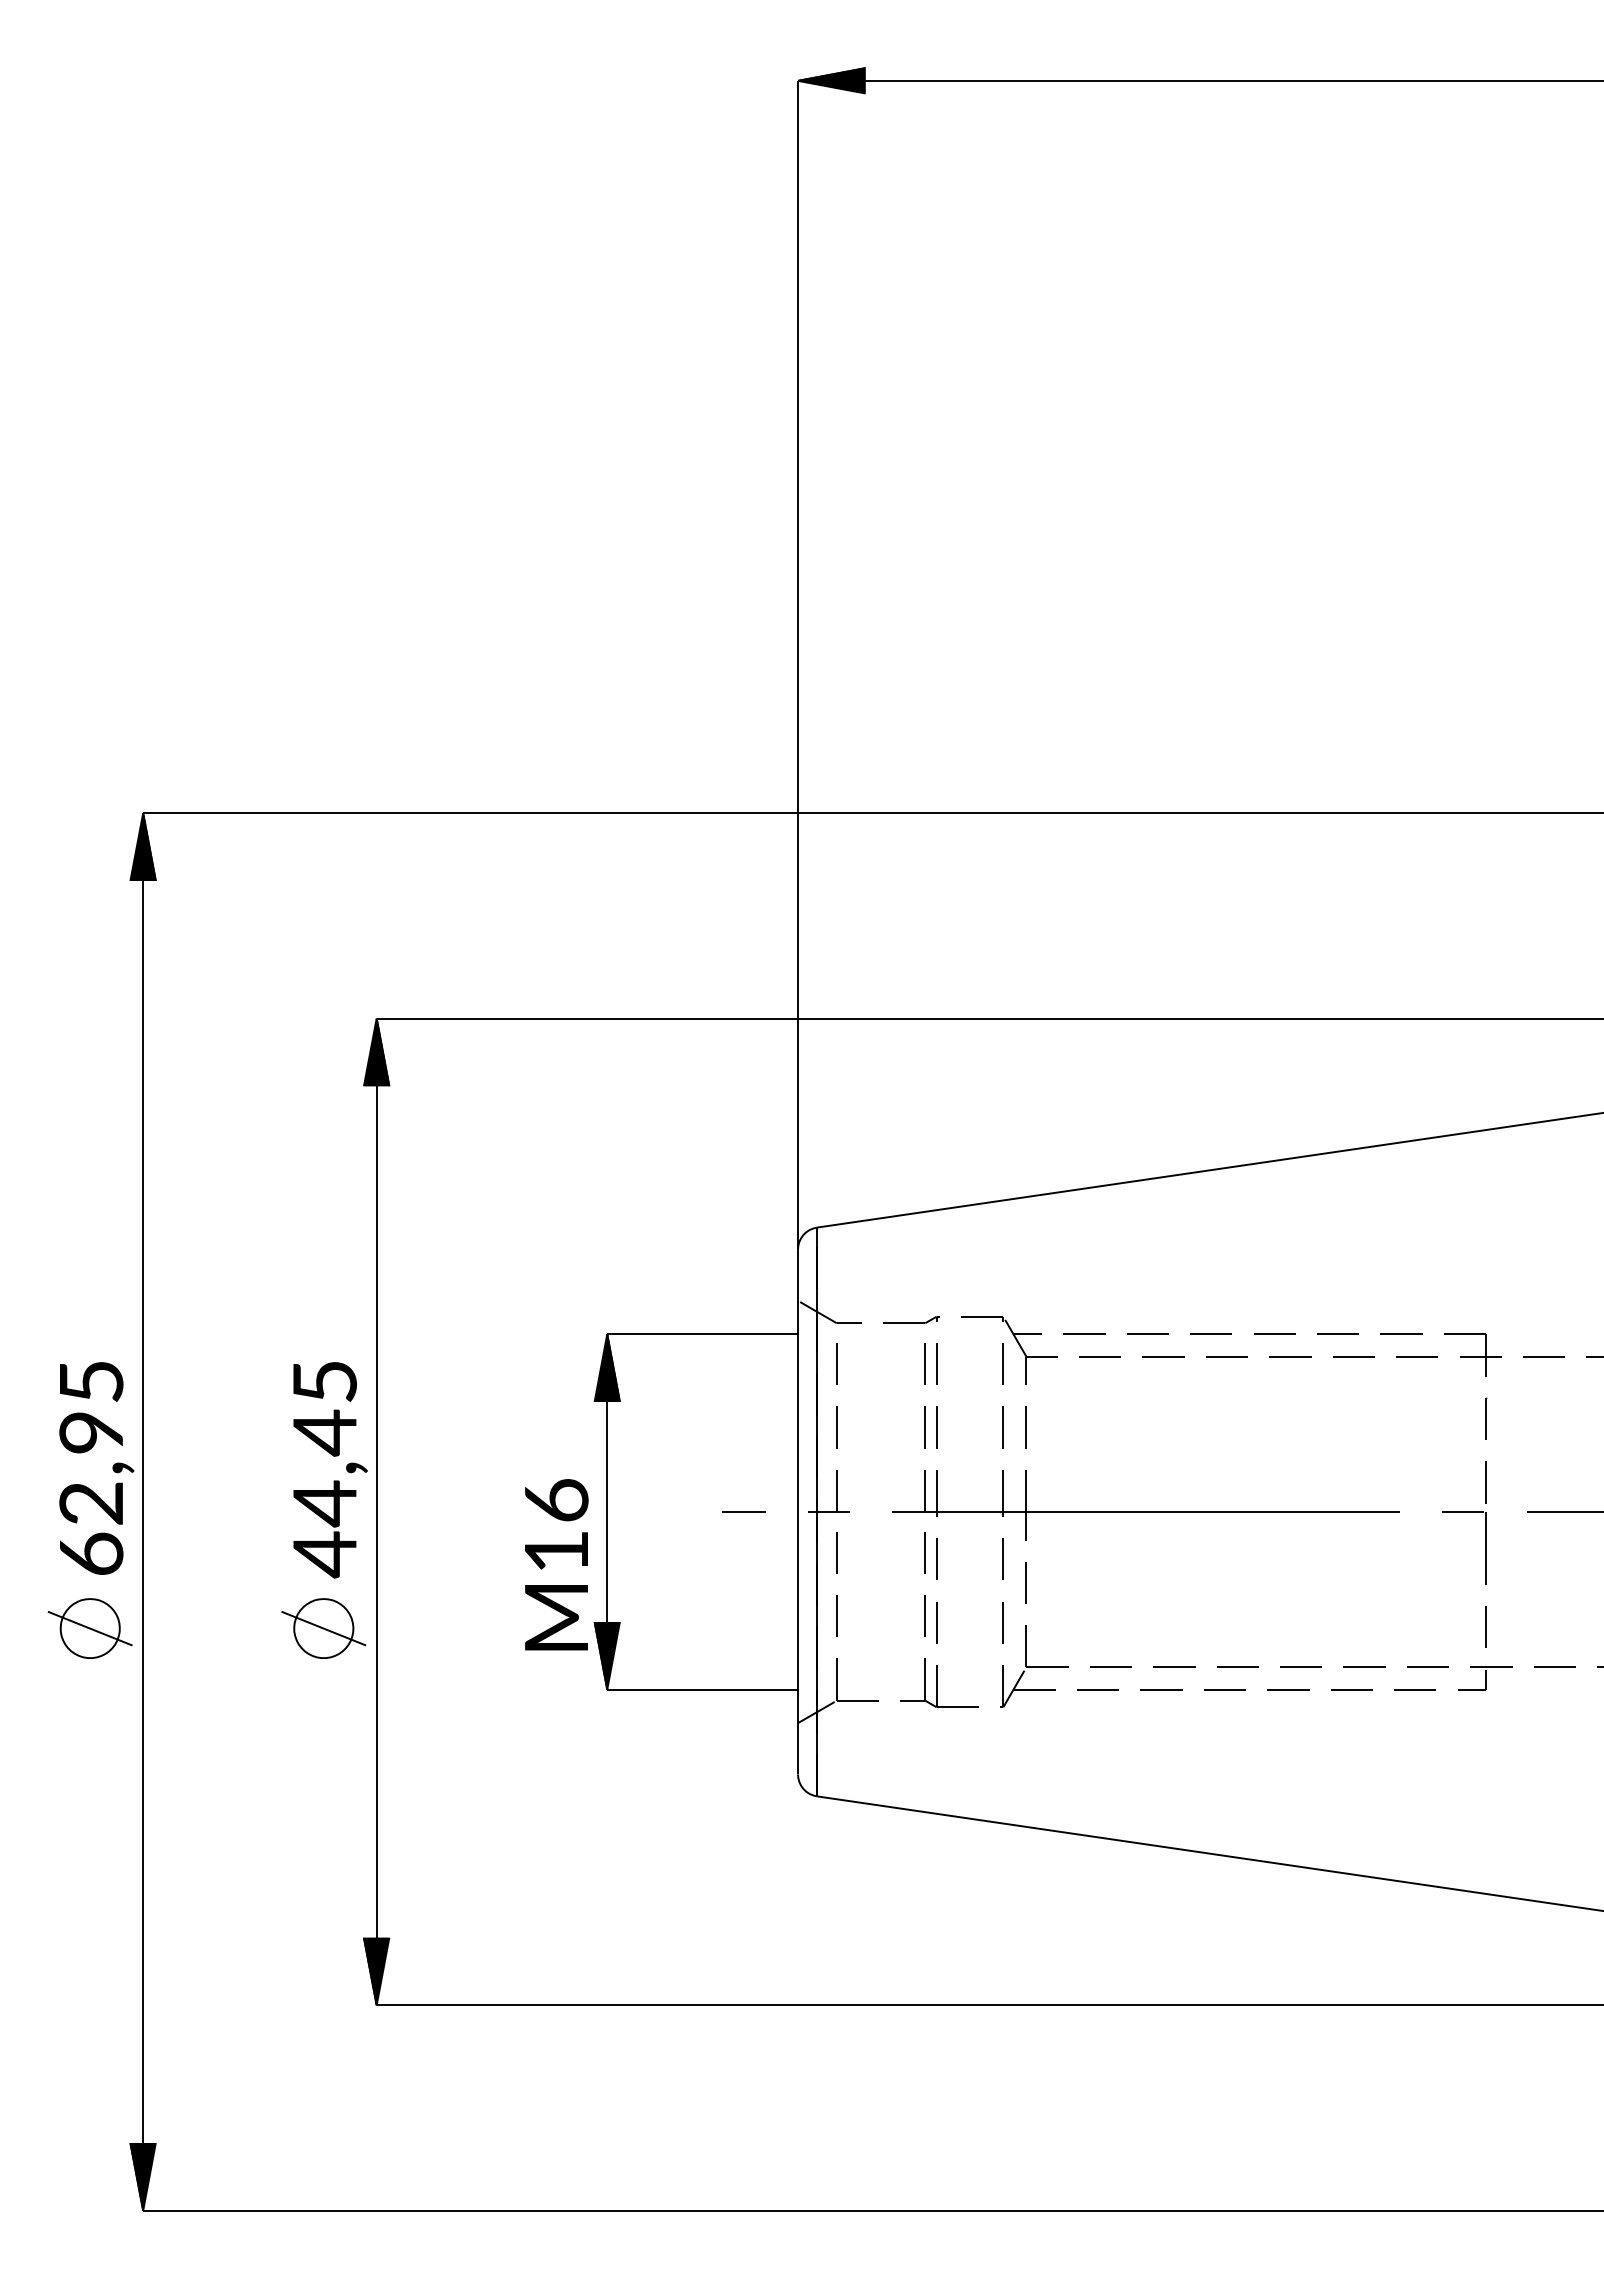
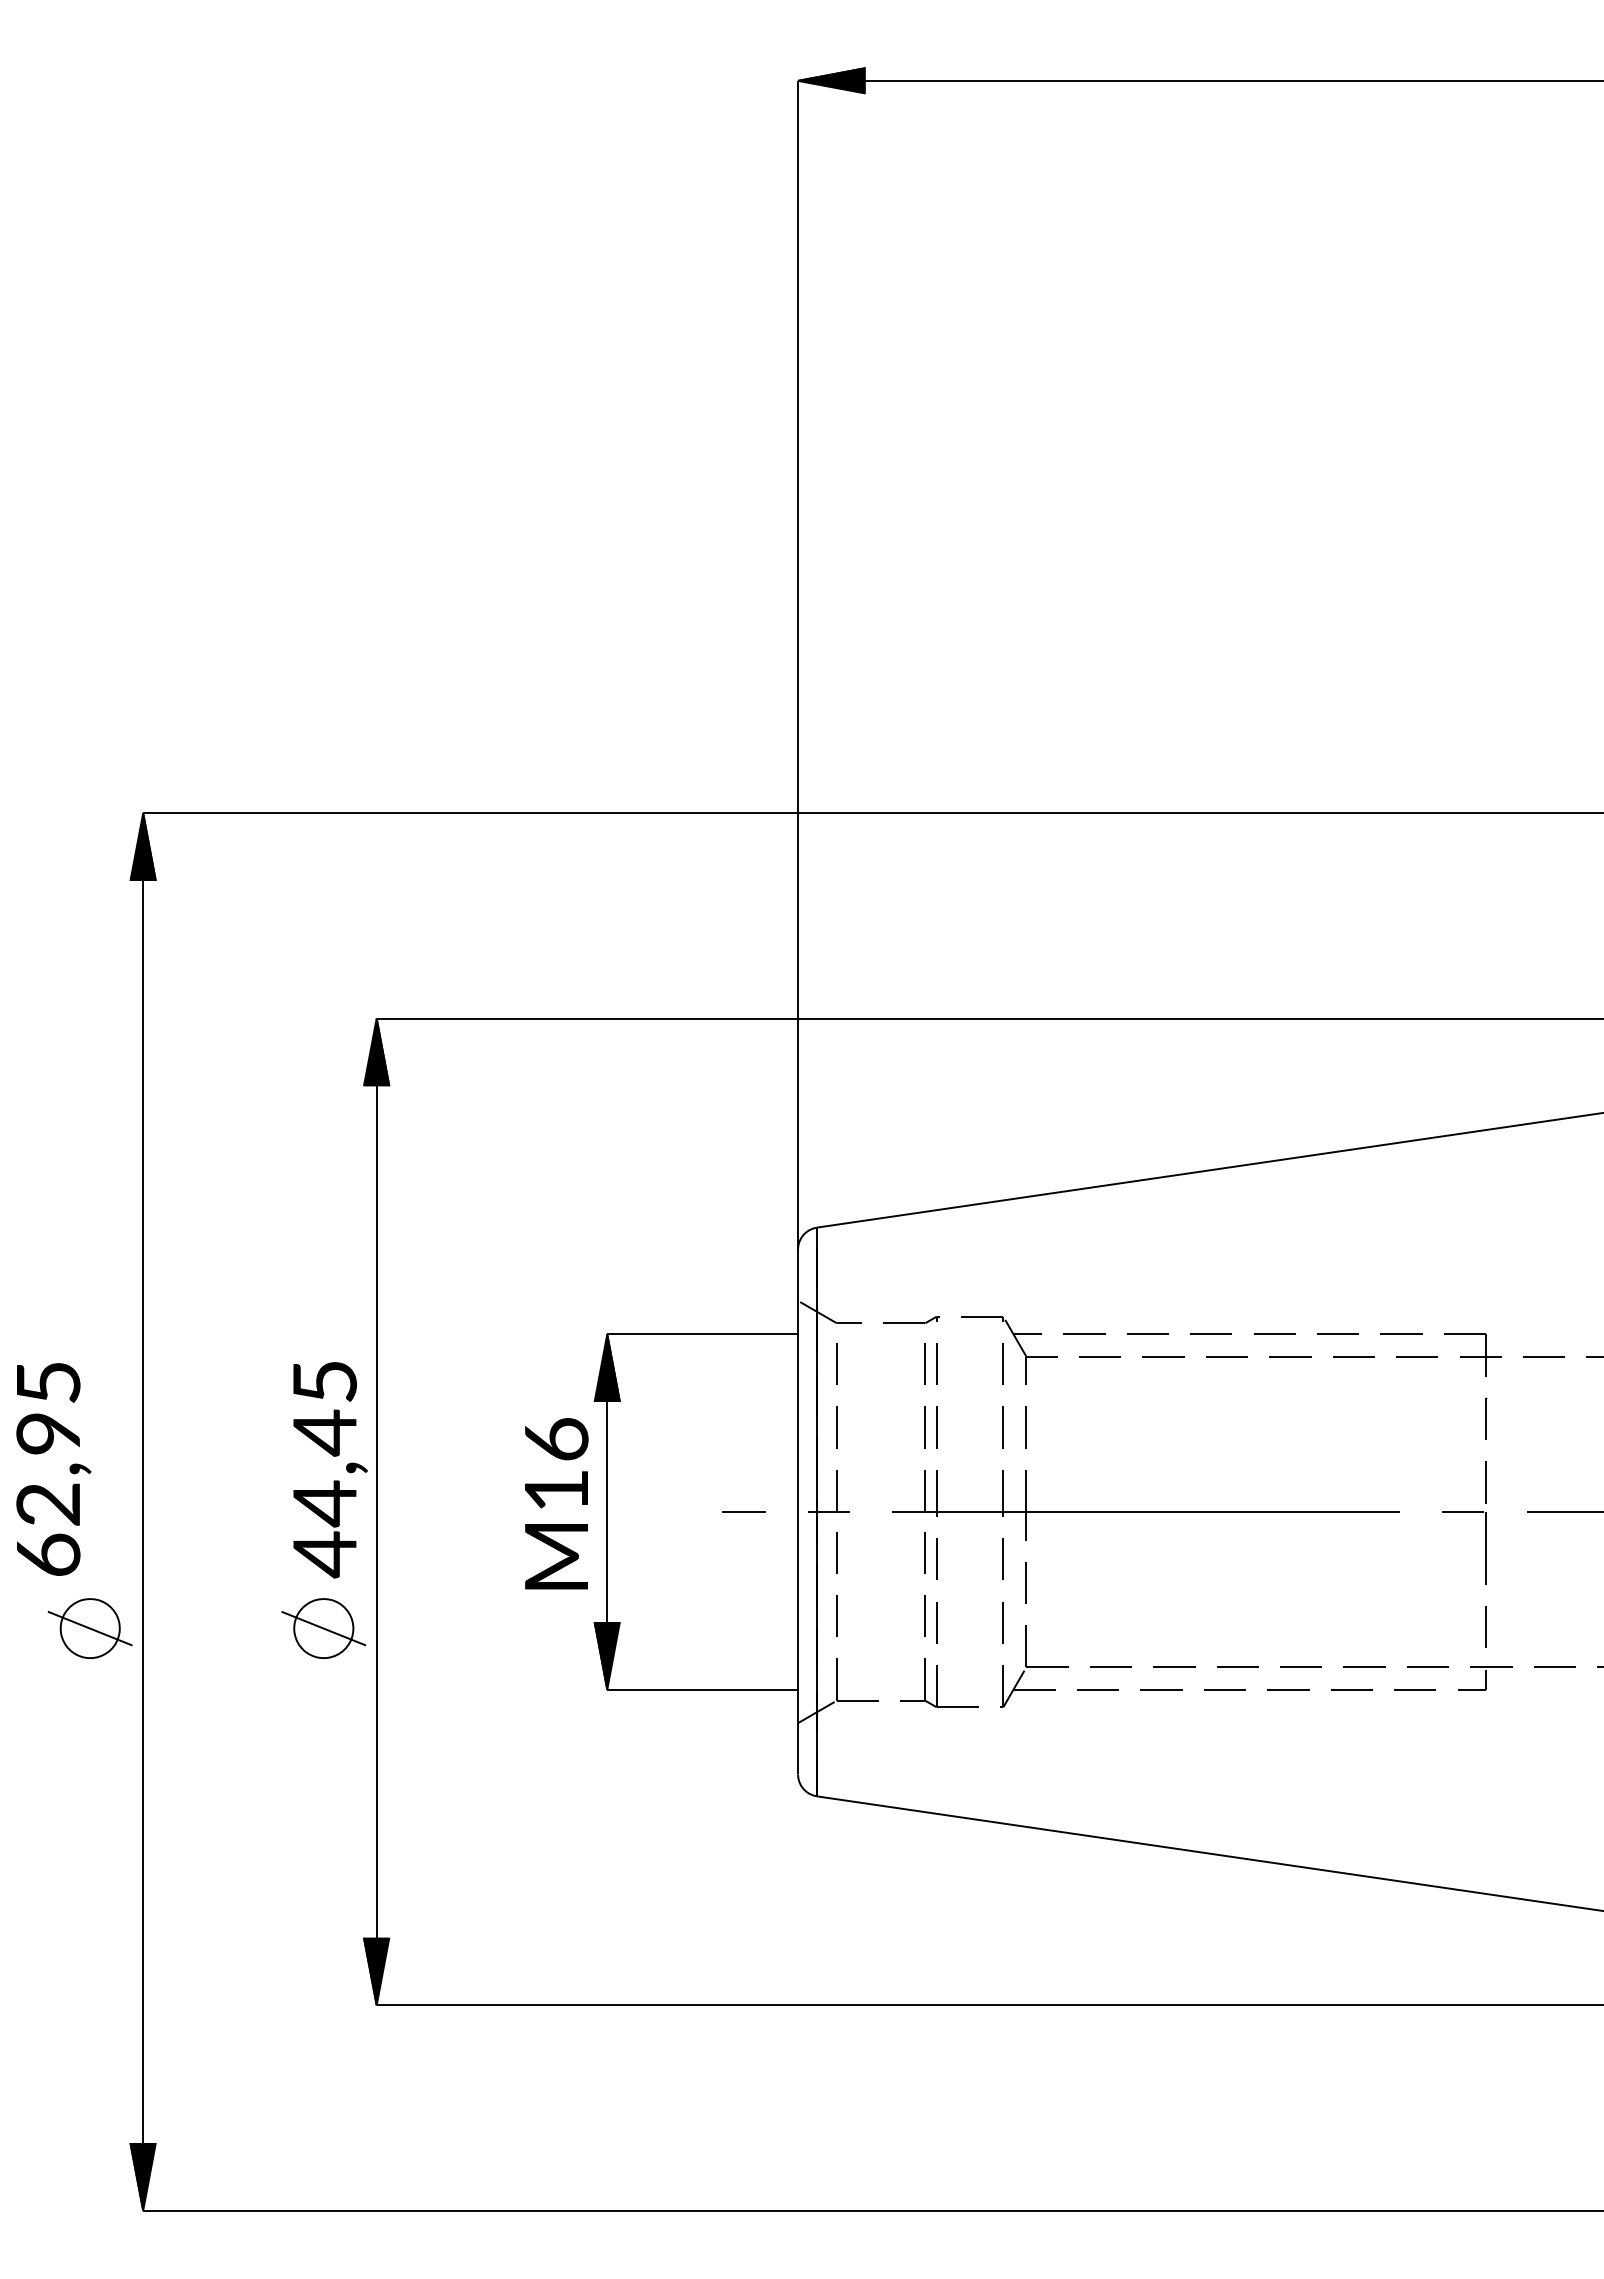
text at (96, 1468) position: (96, 1468) -> (53, 1469)
text at (556, 1564) position: (556, 1564) -> (556, 1503)
